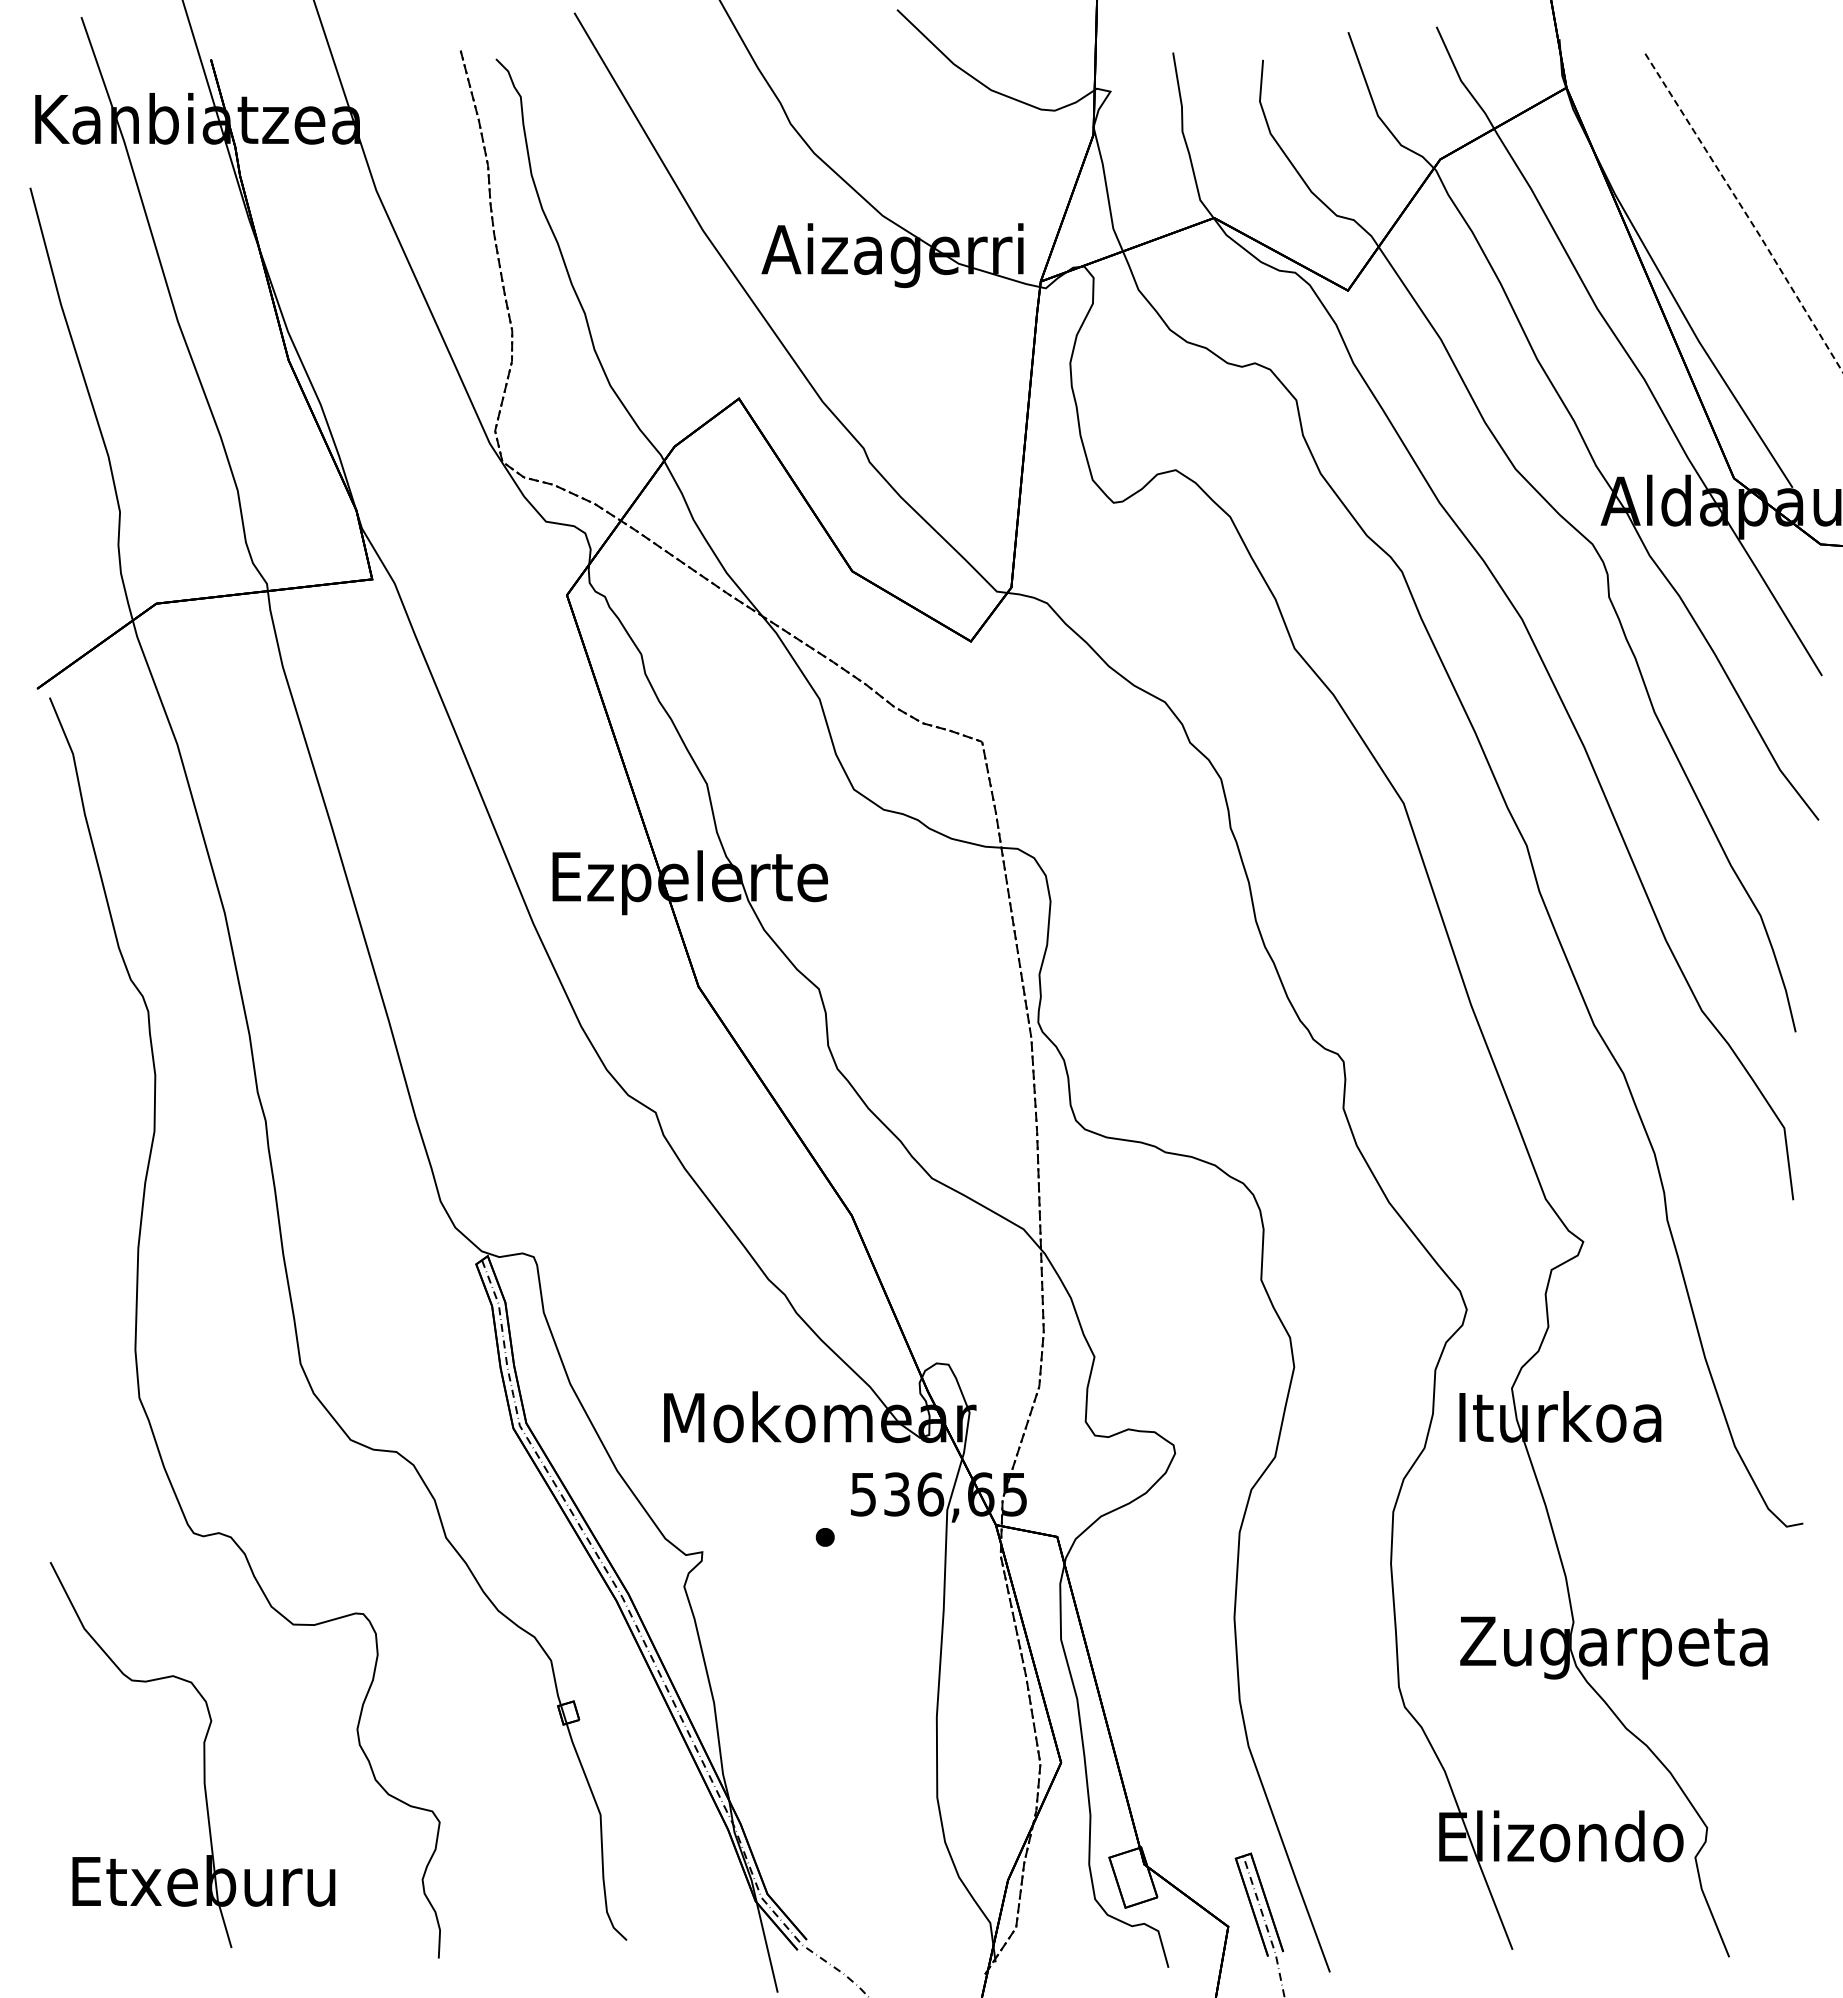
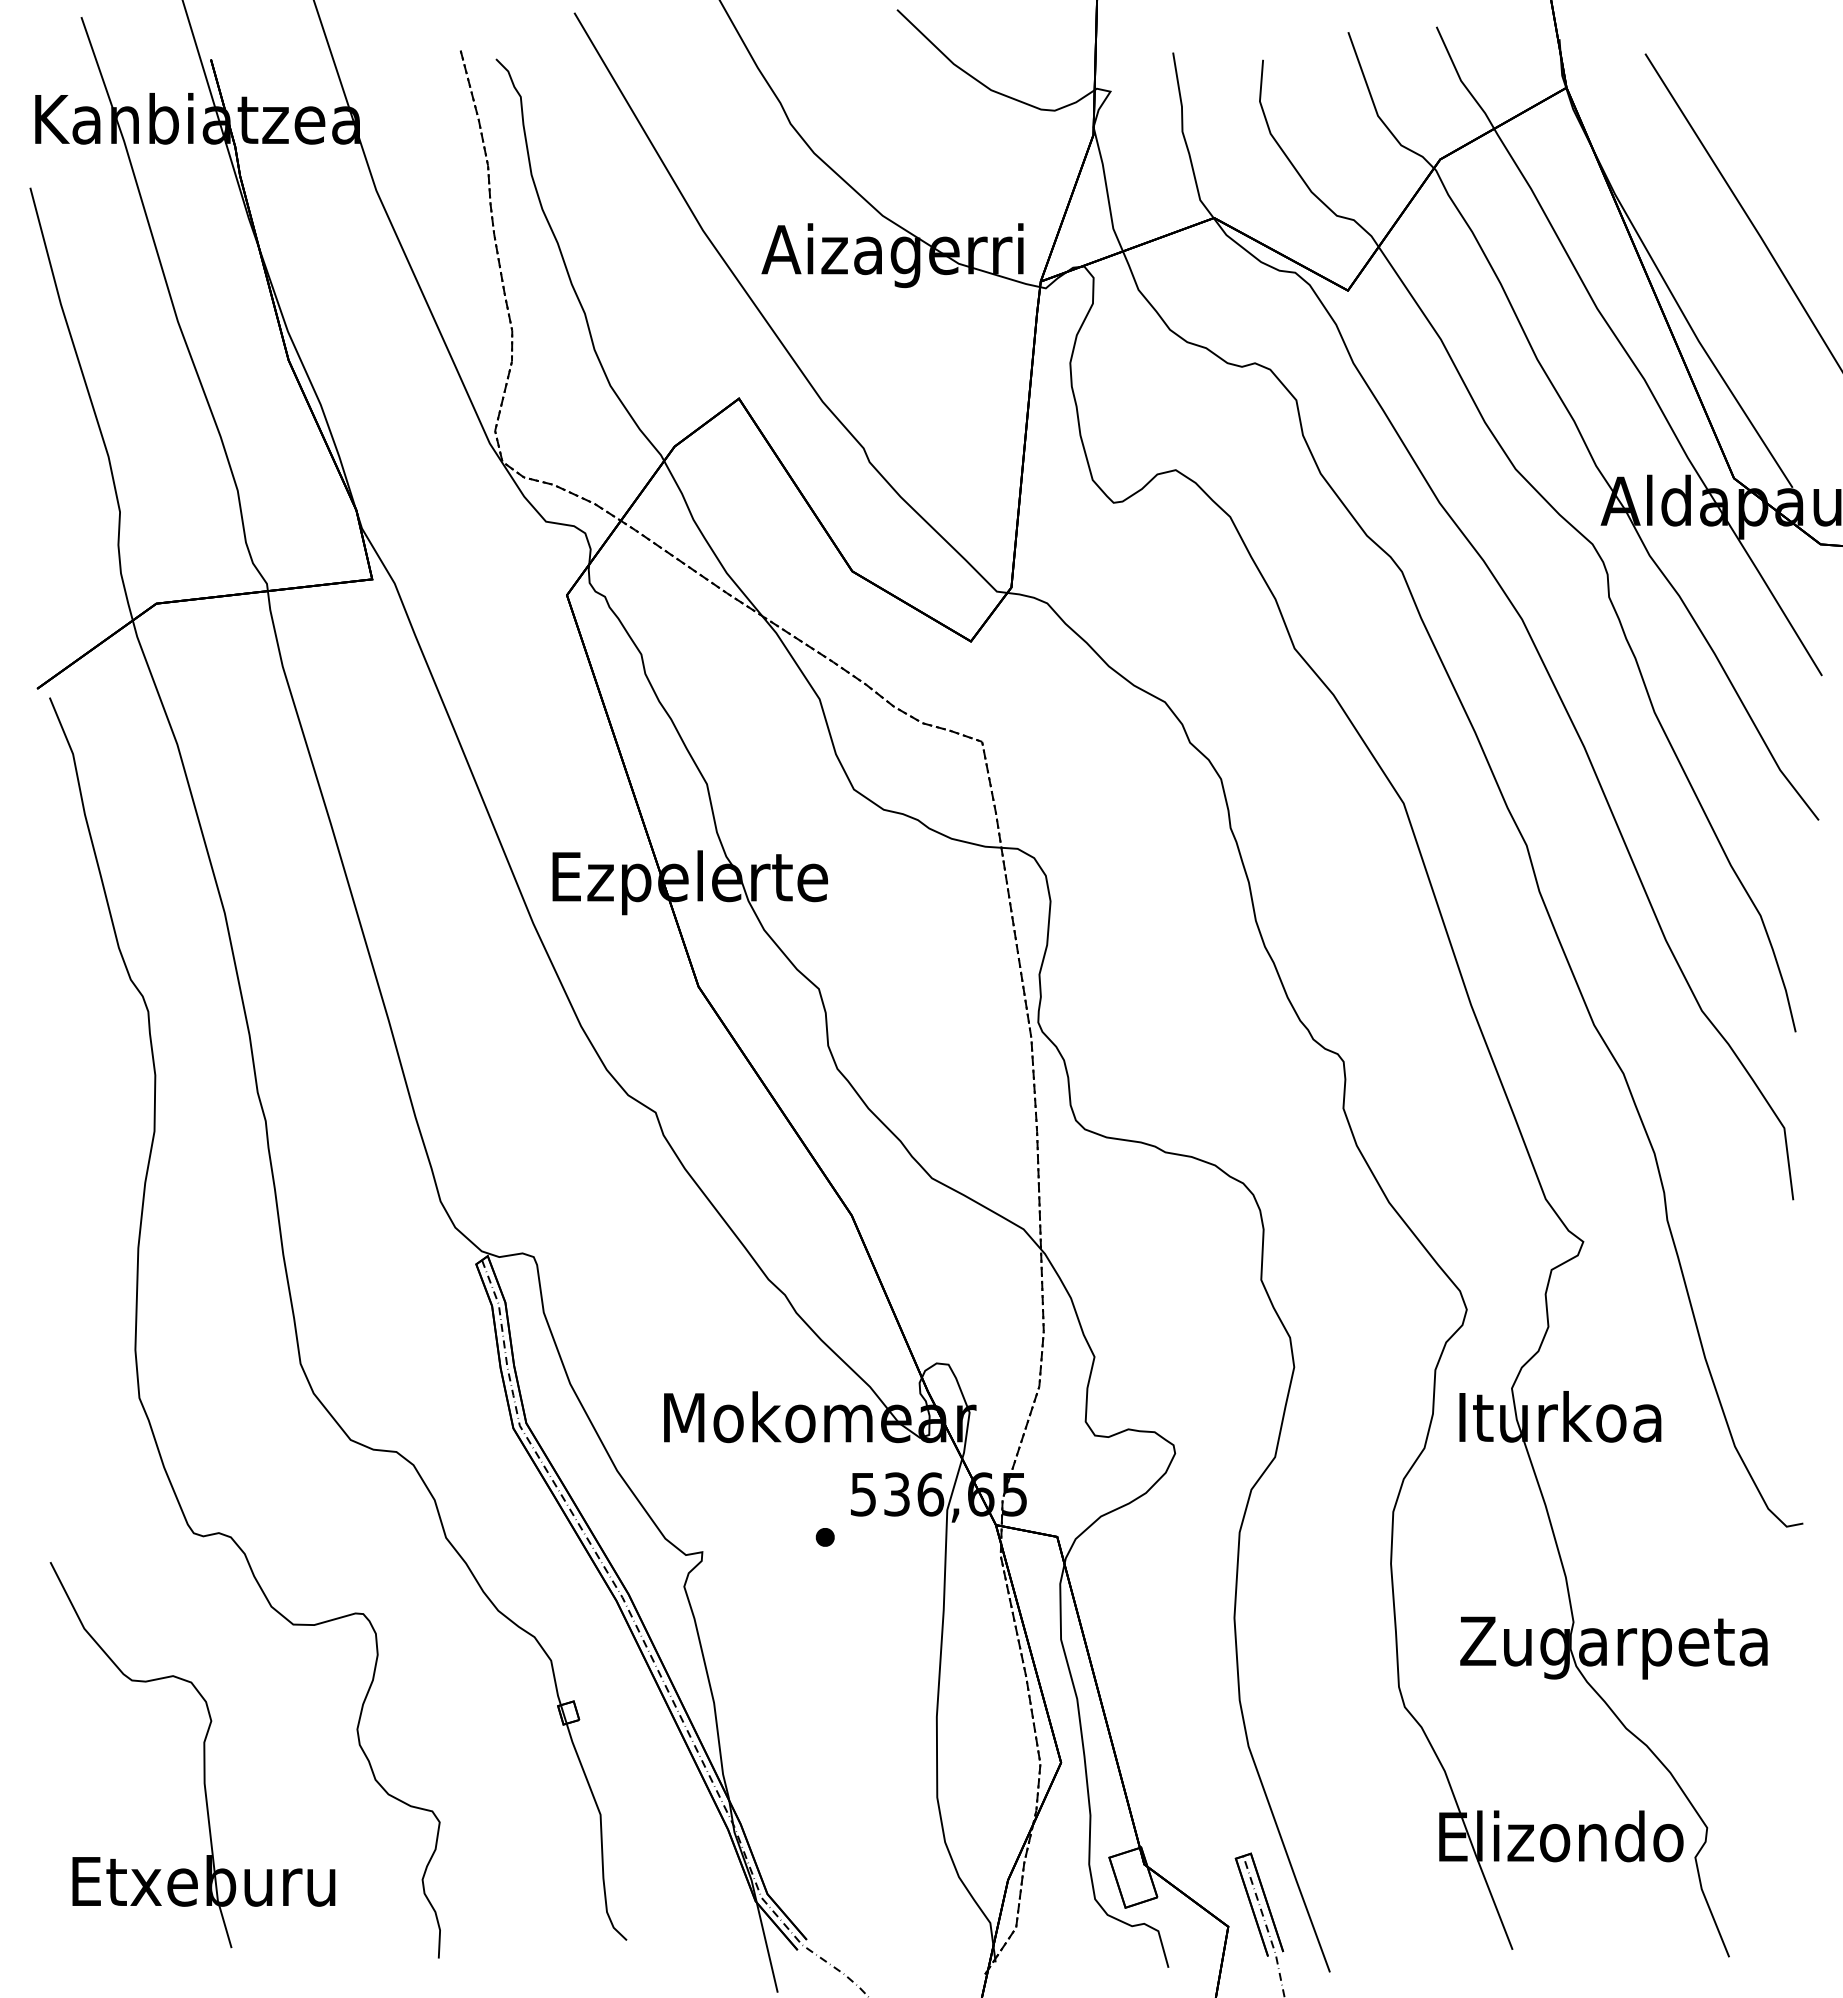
line at (1745, 212): dashed -> solid
